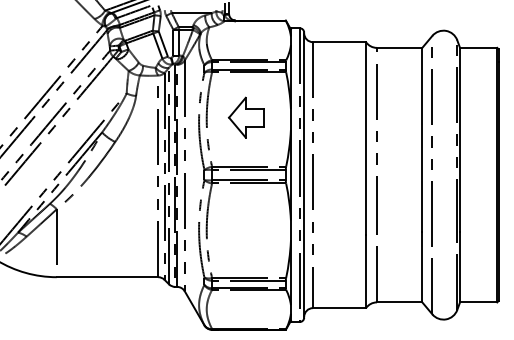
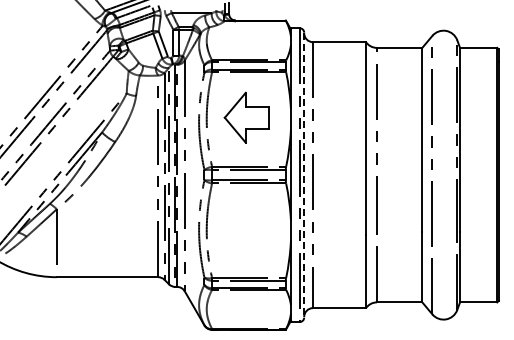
part at (245, 117) size: 38x43 px -> 47x53 px
line at (304, 175): solid -> dashed
